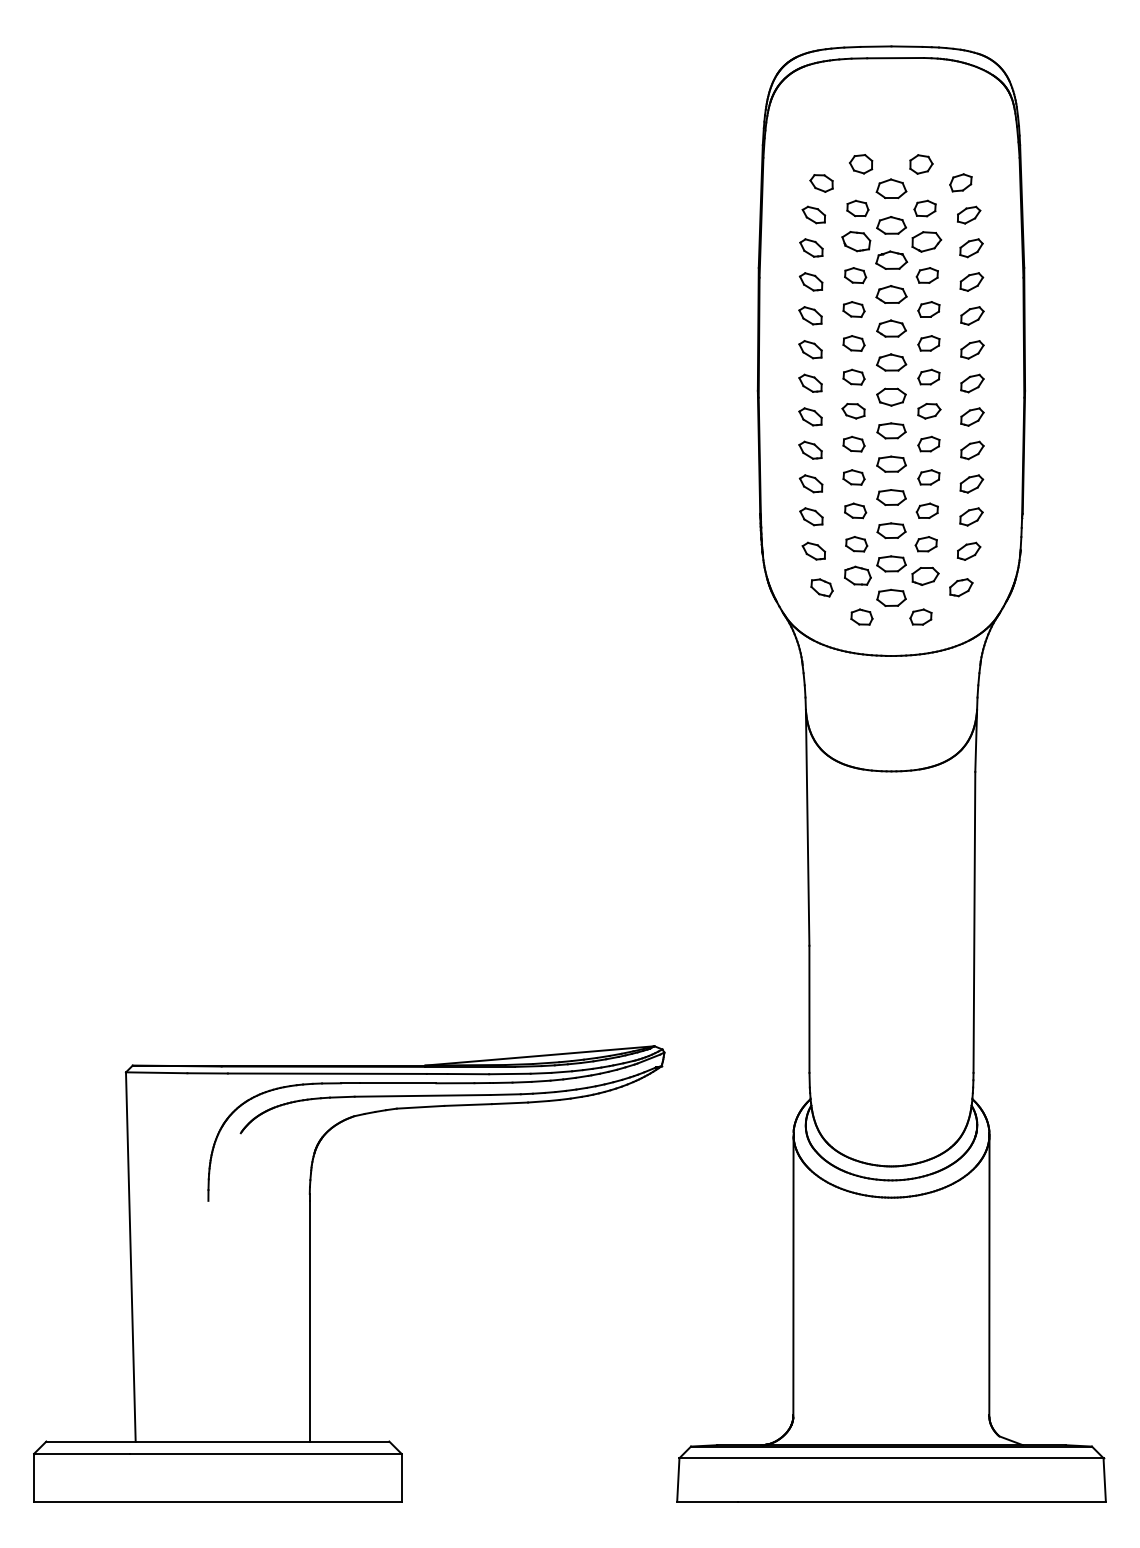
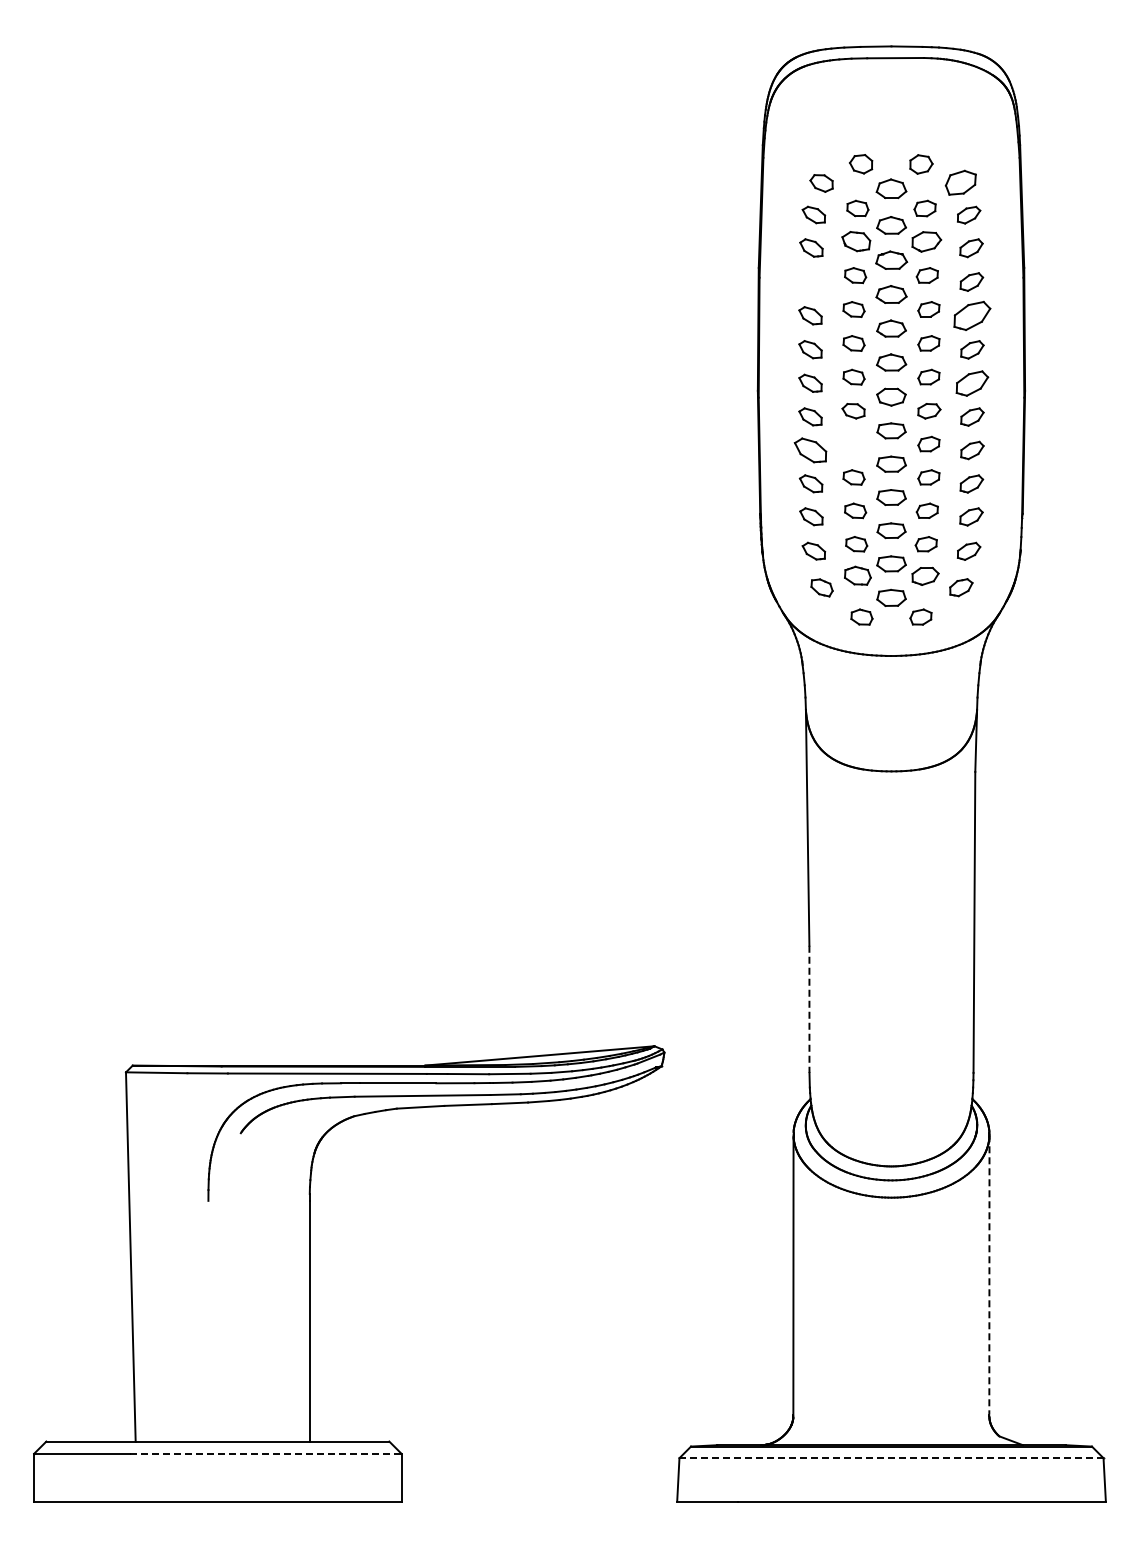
part at (960, 182) size: 24x20 px -> 33x27 px
part at (810, 281): present -> none
part at (972, 315) size: 25x20 px -> 39x31 px
part at (972, 383) size: 25x21 px -> 35x27 px
part at (853, 443): present -> none
part at (810, 449) size: 25x20 px -> 35x27 px
line at (809, 1009): solid -> dashed
line at (989, 1274): solid -> dashed
line at (265, 1453): solid -> dashed
line at (891, 1458): solid -> dashed
